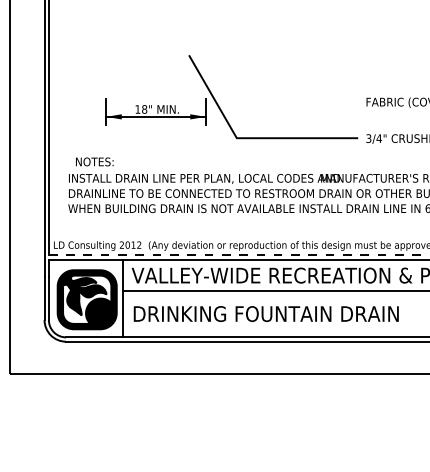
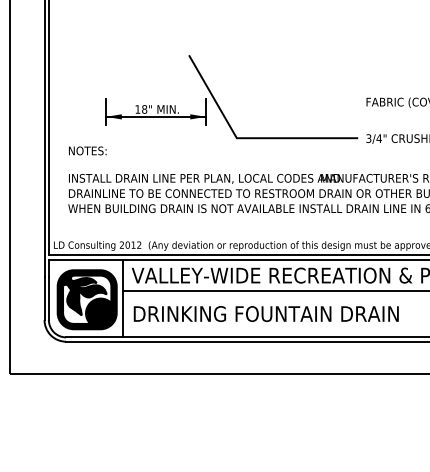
text at (94, 161) position: (94, 161) -> (87, 150)
line at (239, 255): dashed -> solid
